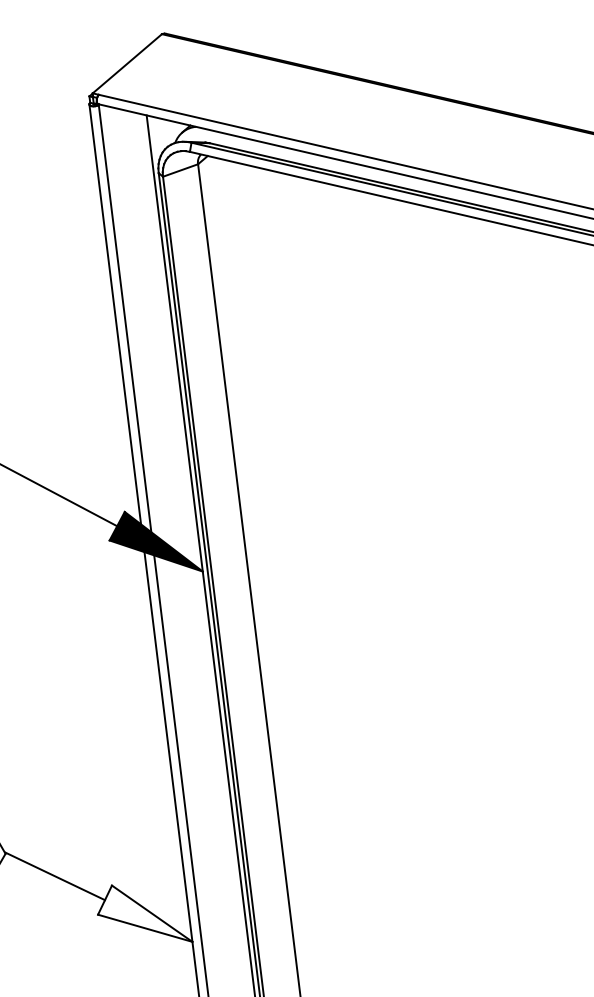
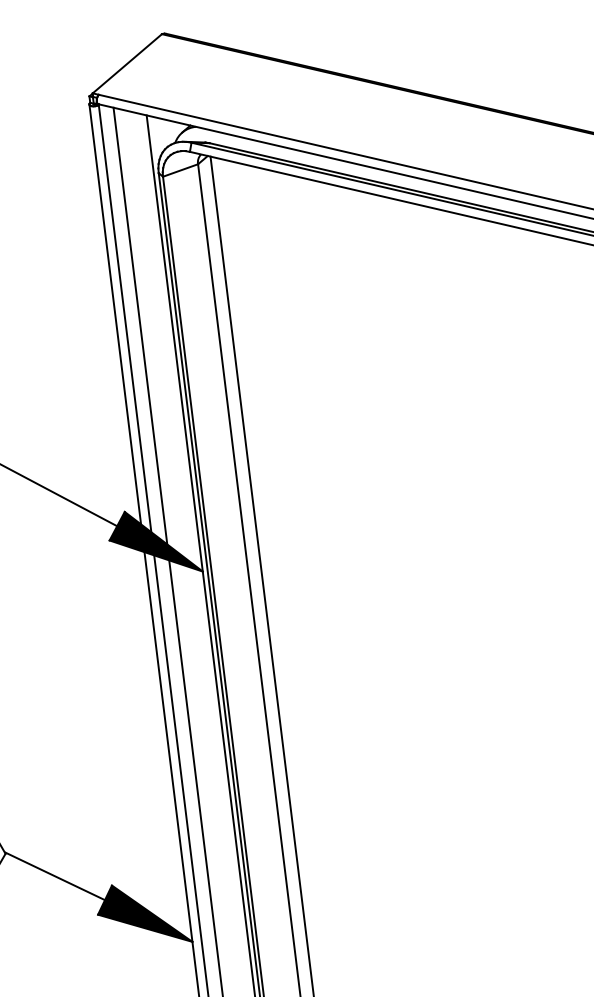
line at (167, 550): none -> present
line at (261, 574): none -> present
fill at (145, 913): none -> present
